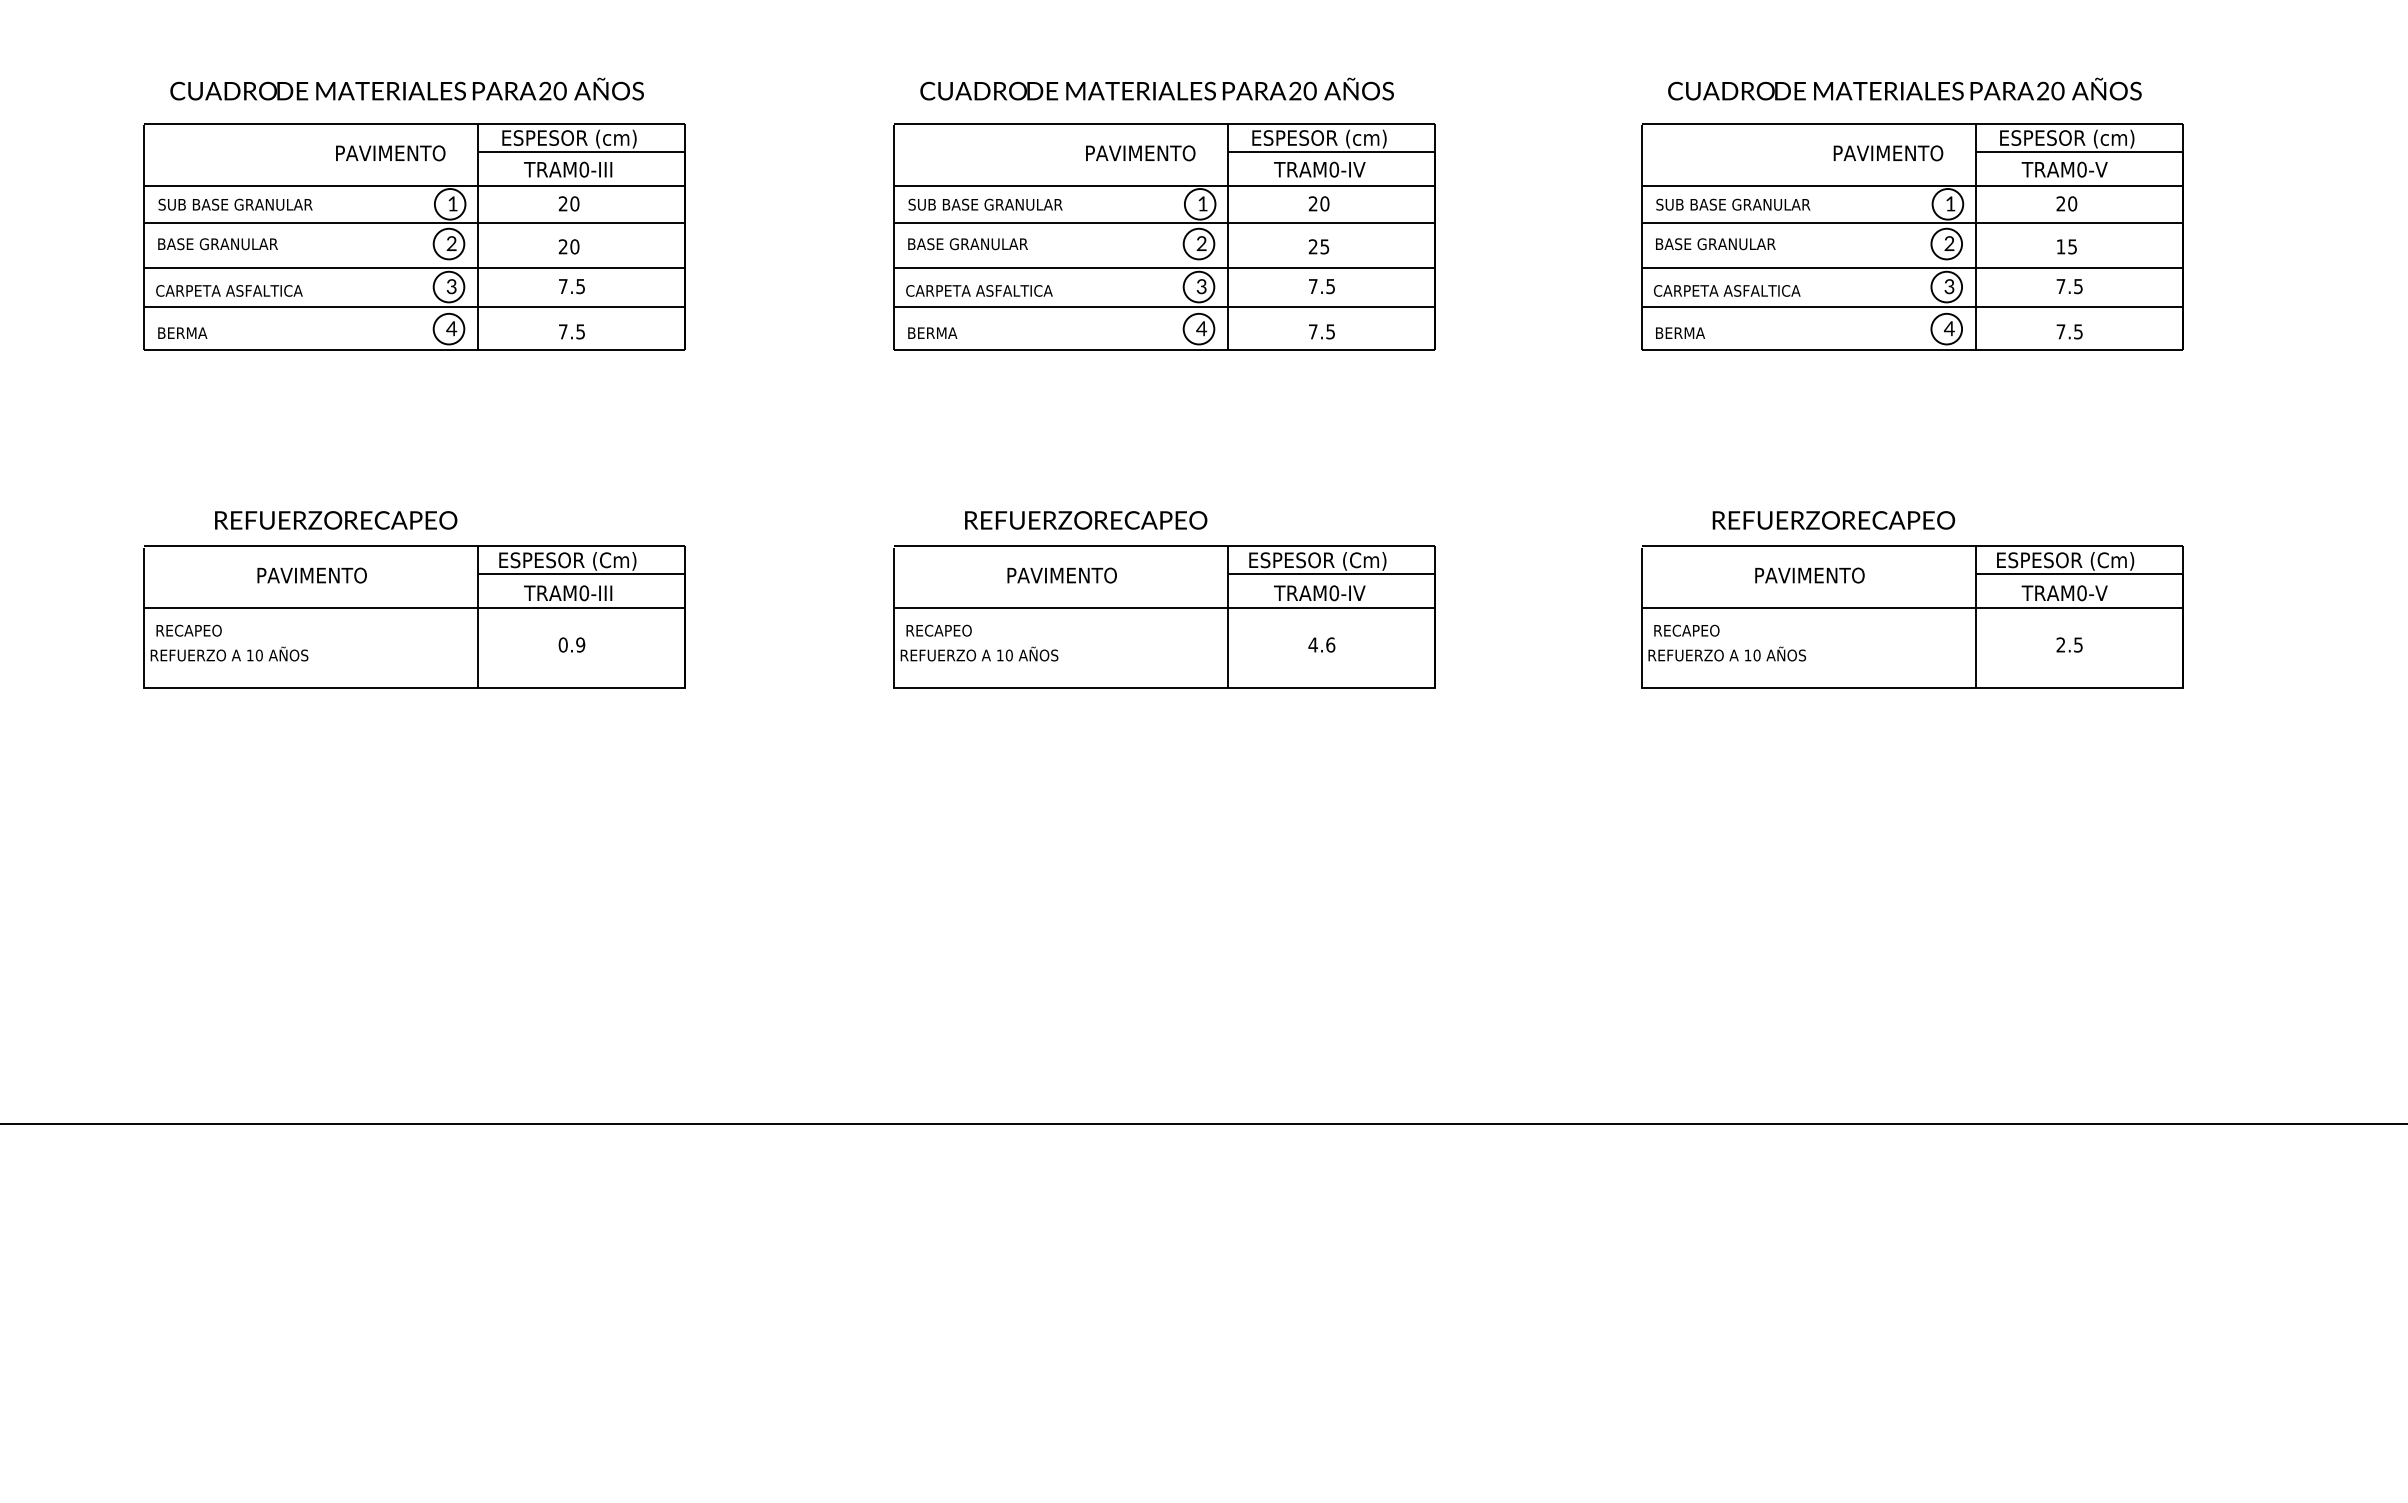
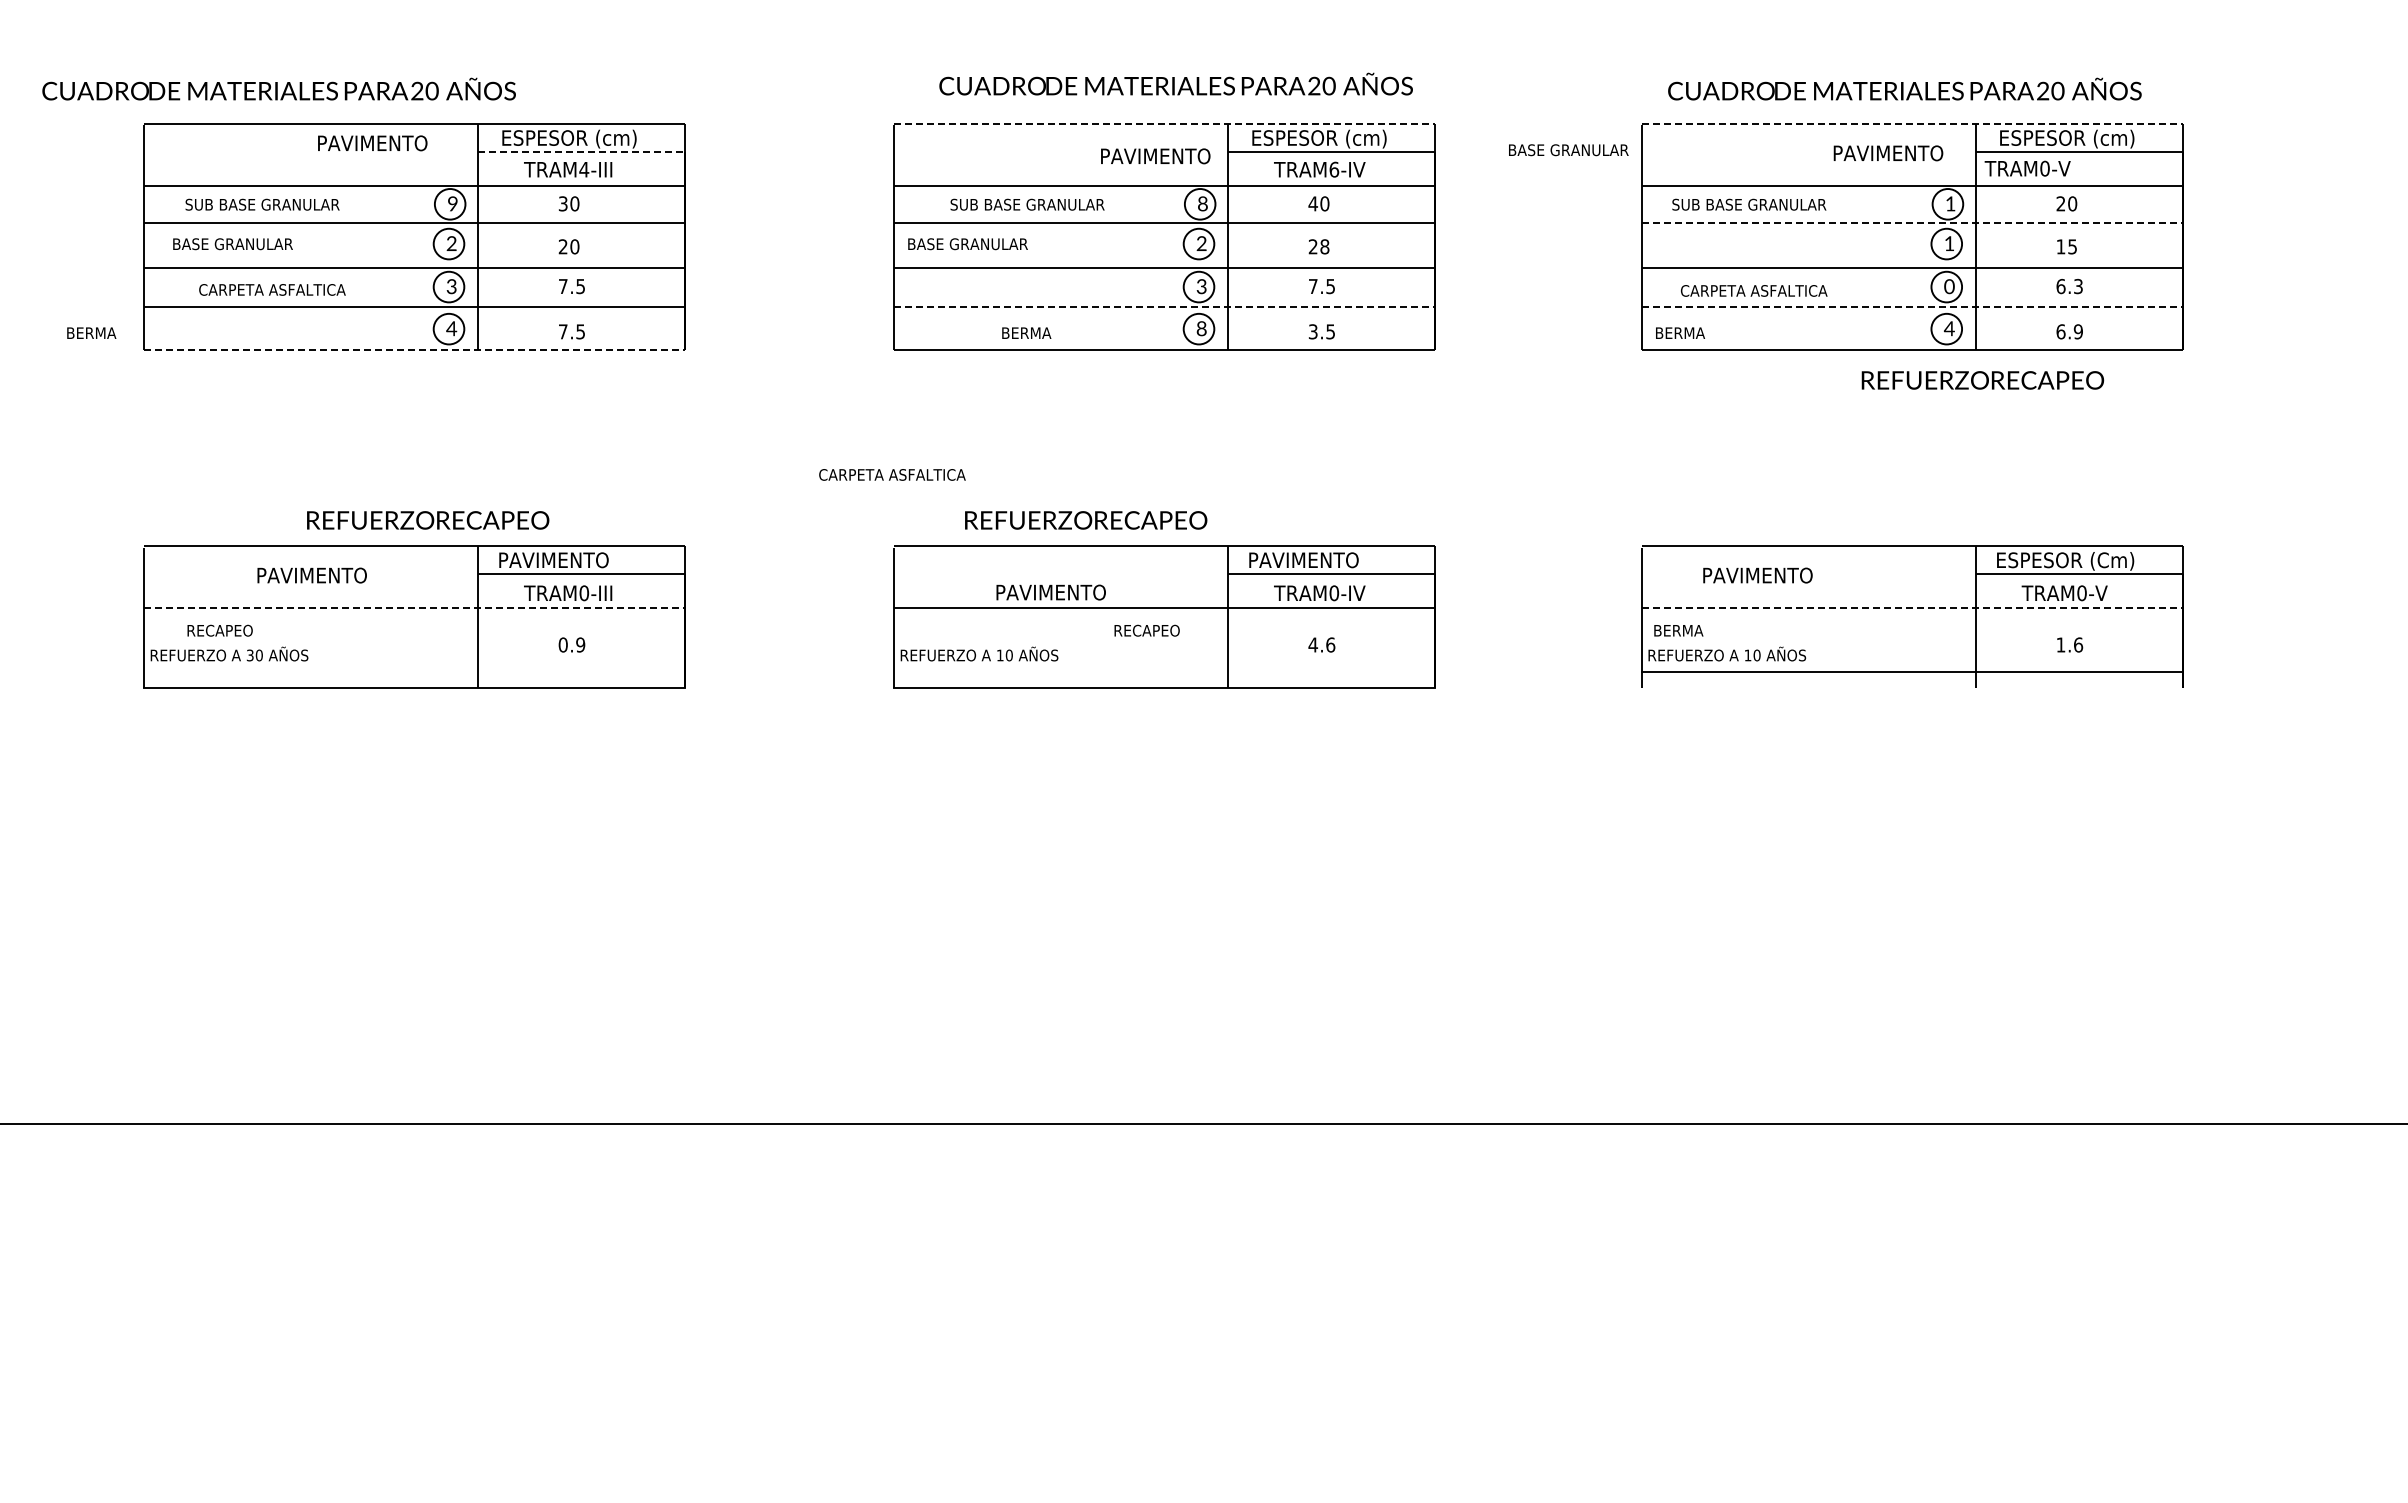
text at (406, 88) position: (406, 88) -> (278, 88)
text at (1156, 88) position: (1156, 88) -> (1175, 83)
line at (1164, 124): solid -> dashed
line at (1912, 124): solid -> dashed
line at (581, 151): solid -> dashed
text at (390, 153) position: (390, 153) -> (372, 143)
text at (1140, 153) position: (1140, 153) -> (1155, 156)
text at (584, 169): TRAM0-III -> TRAM4-III
text at (1334, 169): TRAM0-IV -> TRAM6-IV
text at (2064, 169) position: (2064, 169) -> (2027, 168)
text at (452, 203): 1 -> 9
text at (563, 203): 20 -> 30
text at (1202, 203): 1 -> 8
text at (1312, 203): 20 -> 40
text at (235, 204) position: (235, 204) -> (262, 204)
text at (985, 204) position: (985, 204) -> (1027, 204)
text at (1733, 204) position: (1733, 204) -> (1749, 204)
line at (1912, 223): solid -> dashed
text at (1949, 243): 2 -> 1
text at (217, 244) position: (217, 244) -> (232, 244)
text at (1715, 244) position: (1715, 244) -> (1568, 150)
text at (1324, 246): 25 -> 28
text at (1949, 286): 3 -> 0
text at (2069, 286): 7.5 -> 6.3
text at (229, 290) position: (229, 290) -> (272, 289)
text at (979, 290) position: (979, 290) -> (892, 474)
text at (1727, 290) position: (1727, 290) -> (1754, 290)
line at (1164, 307): solid -> dashed
line at (1912, 307): solid -> dashed
text at (1201, 328): 4 -> 8
text at (1312, 331): 7.5 -> 3.5
text at (2069, 331): 7.5 -> 6.9
text at (182, 332) position: (182, 332) -> (91, 332)
text at (932, 332) position: (932, 332) -> (1026, 332)
line at (414, 349): solid -> dashed
text at (336, 520) position: (336, 520) -> (428, 520)
text at (1833, 520) position: (1833, 520) -> (1982, 380)
text at (568, 561): ESPESOR (Cm) -> PAVIMENTO
text at (1318, 561): ESPESOR (Cm) -> PAVIMENTO
text at (1061, 575) position: (1061, 575) -> (1050, 592)
text at (1809, 575) position: (1809, 575) -> (1757, 575)
line at (414, 607): solid -> dashed
line at (1912, 607): solid -> dashed
text at (188, 630) position: (188, 630) -> (219, 630)
text at (938, 630) position: (938, 630) -> (1146, 630)
text at (1687, 630): RECAPEO -> BERMA
text at (2069, 644): 2.5 -> 1.6
text at (249, 655): 10 -> 30
line at (1911, 688) position: (1911, 688) -> (1911, 672)
